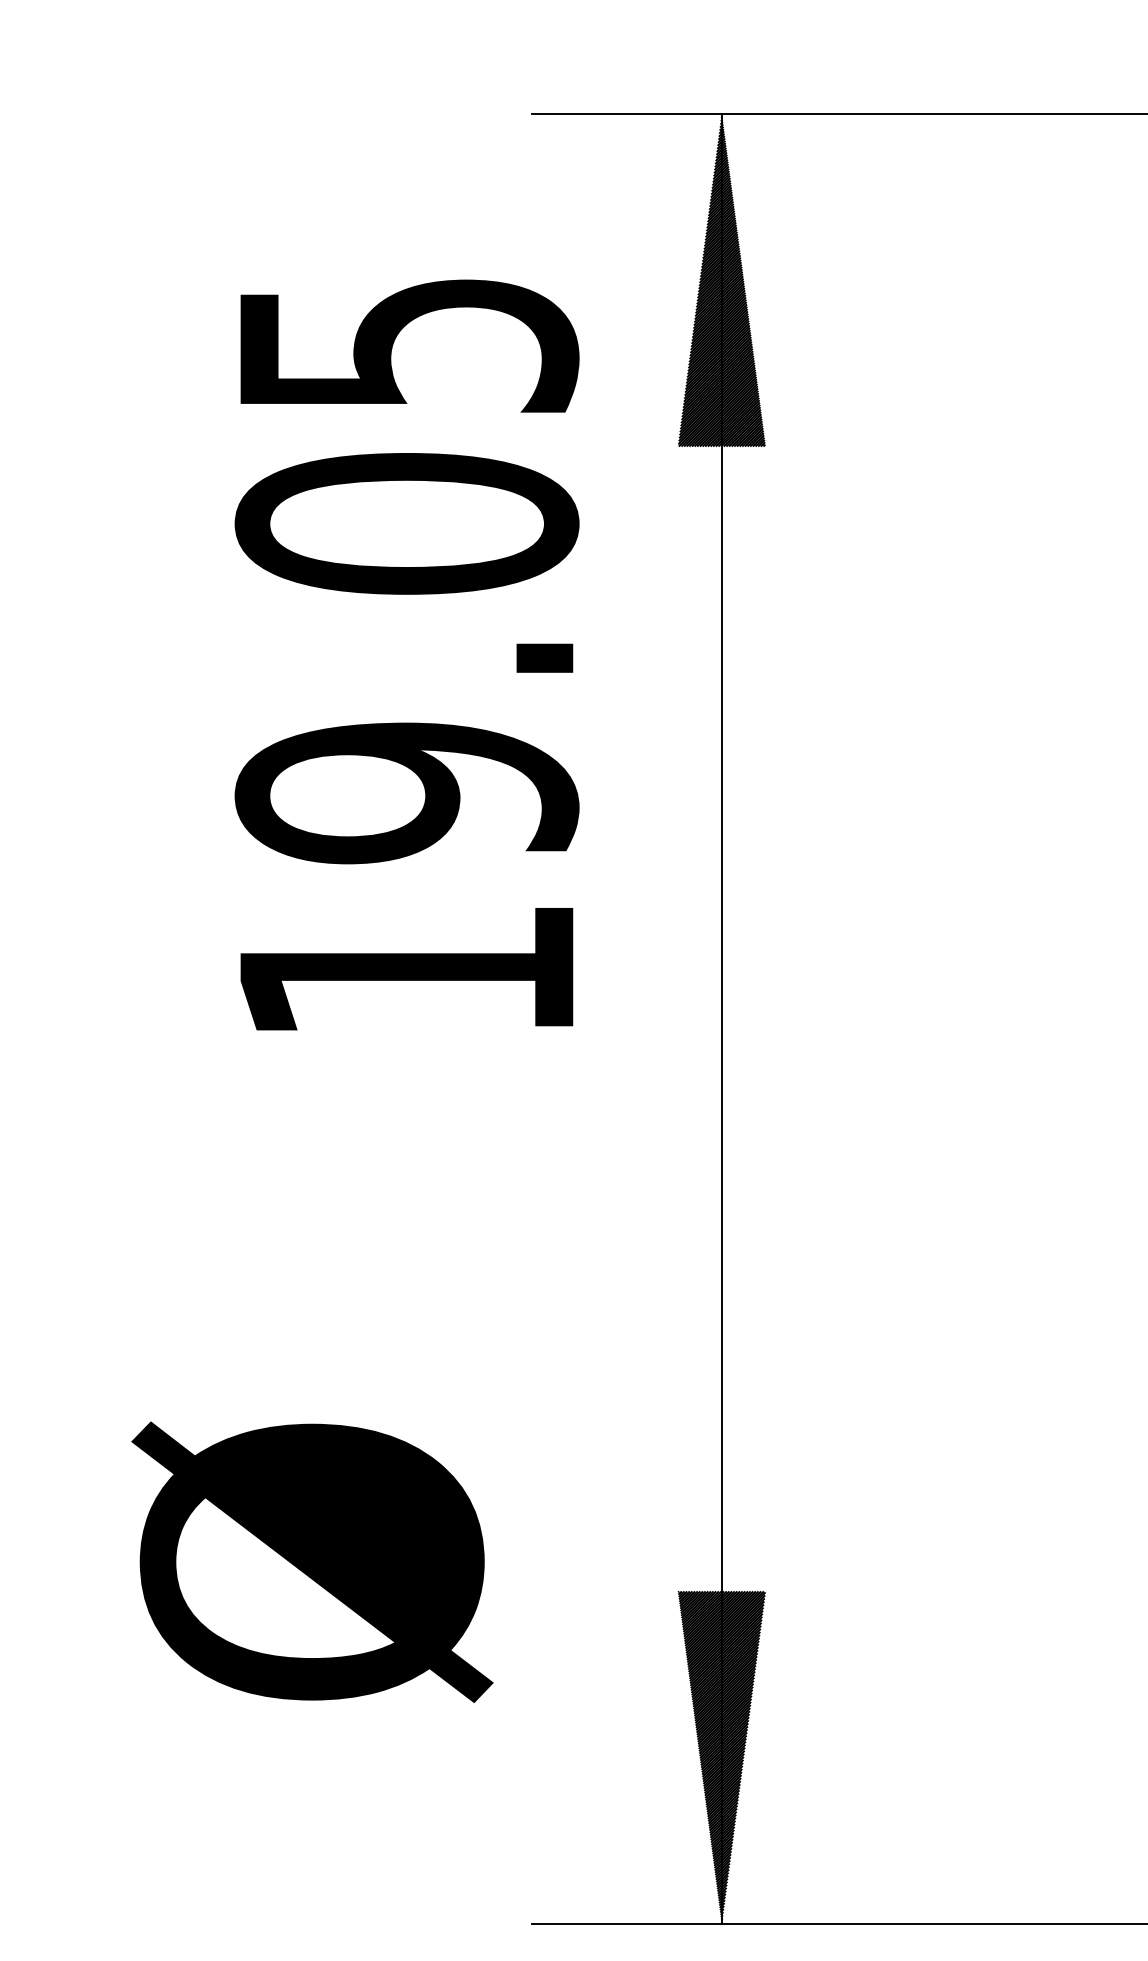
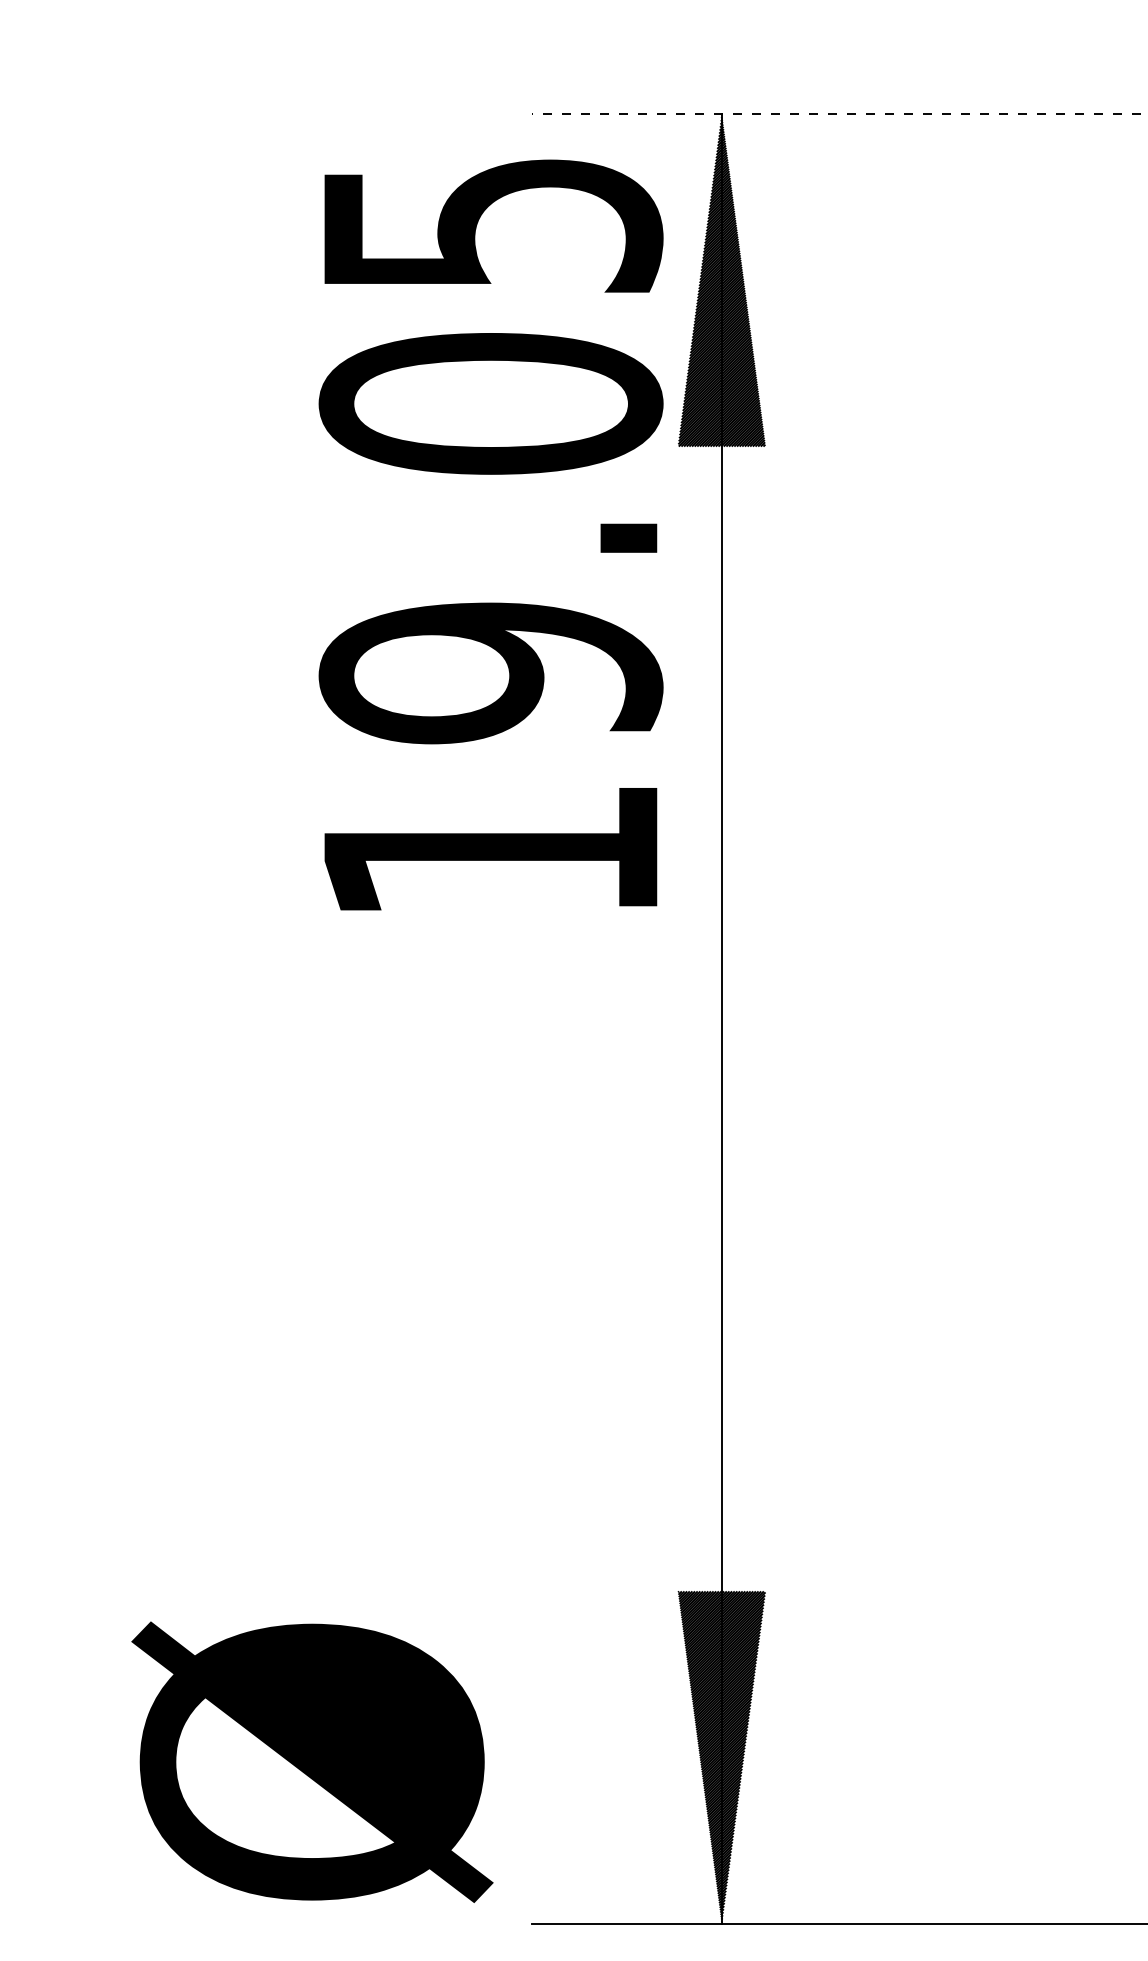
line at (839, 114): solid -> dashed
text at (406, 654) position: (406, 654) -> (490, 534)
text at (312, 1561) position: (312, 1561) -> (312, 1761)
